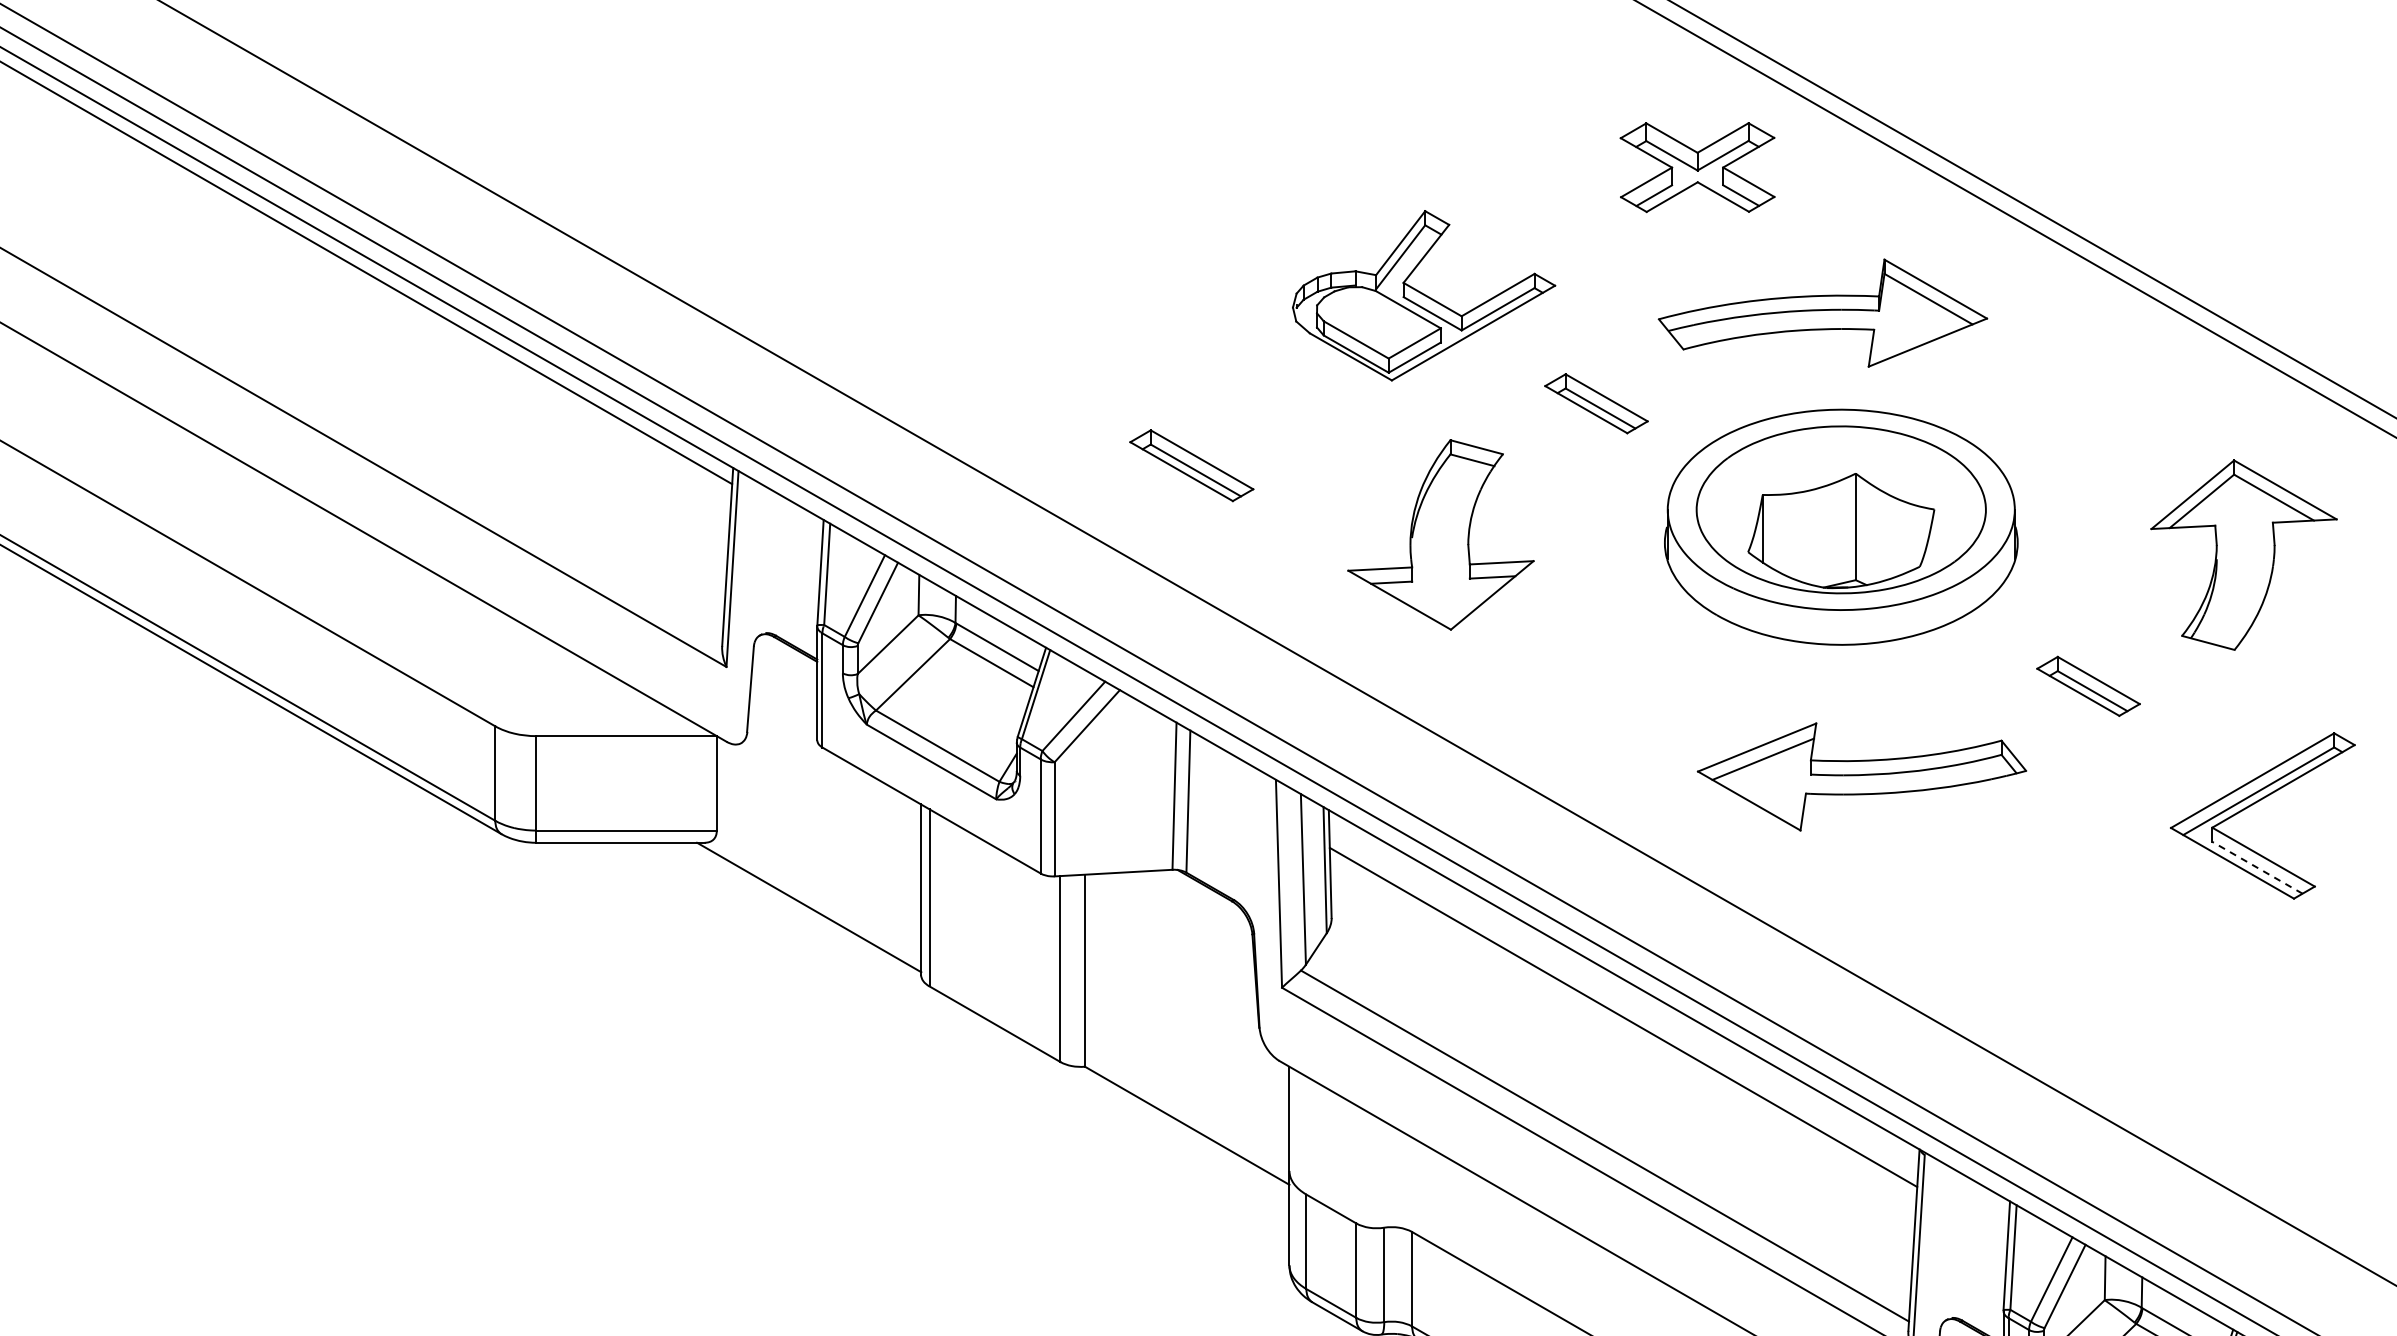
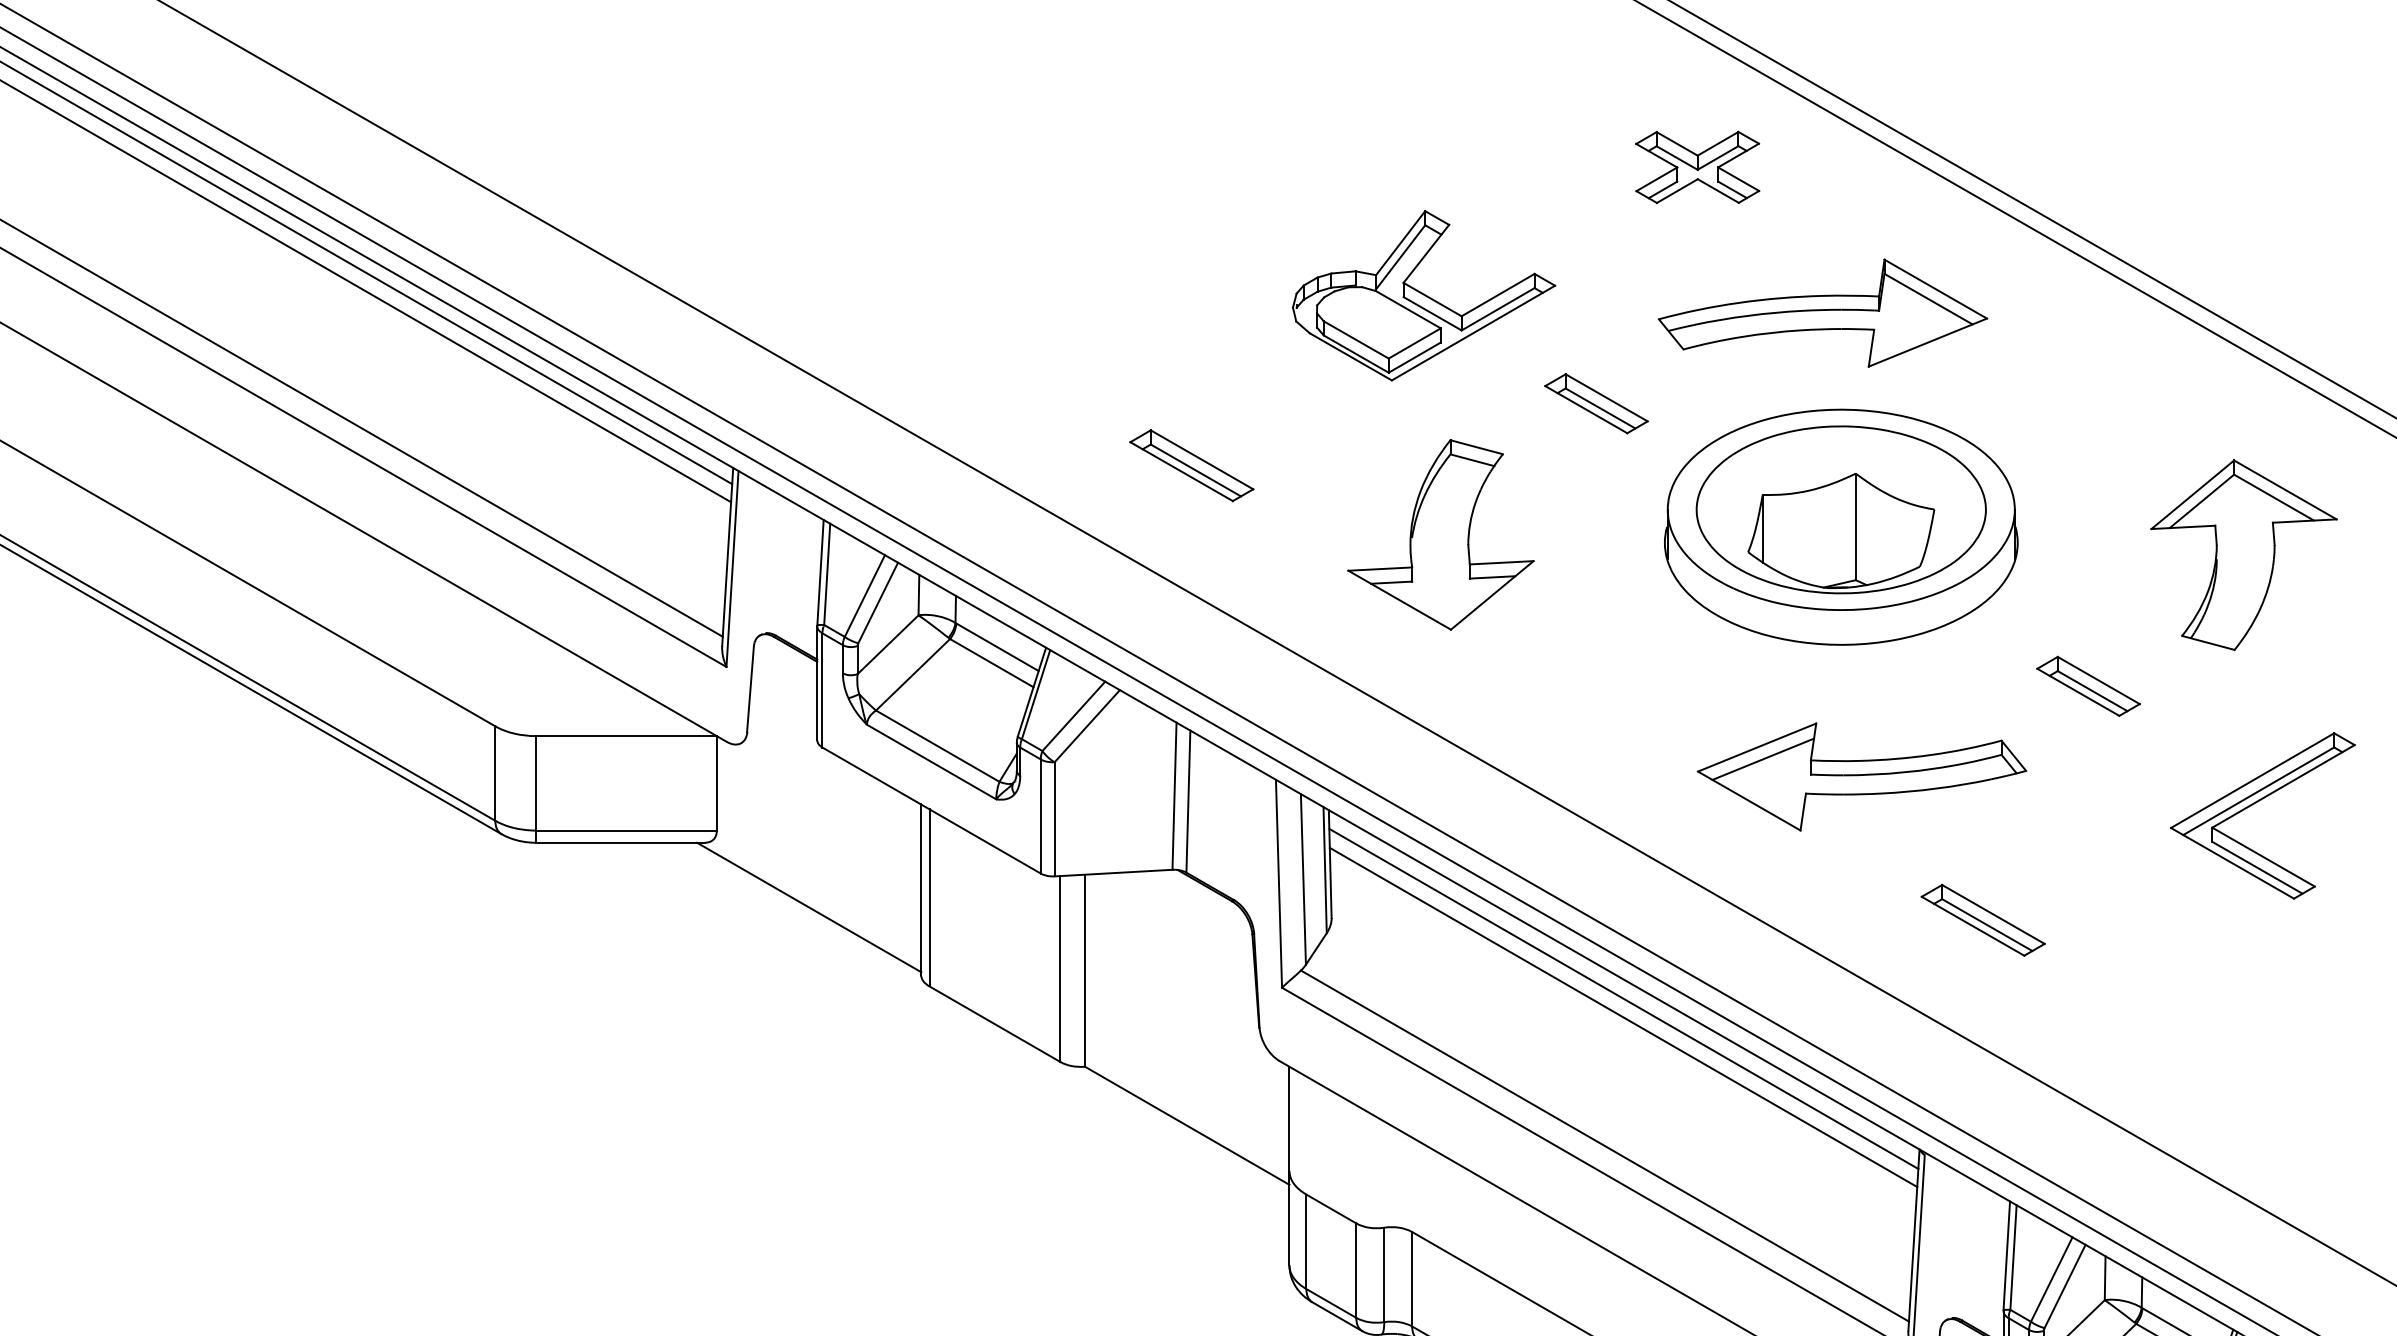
part at (1697, 167) size: 157x92 px -> 126x74 px
line at (366, 291): none -> present
line at (362, 428): none -> present
line at (2257, 867): dashed -> solid
part at (1982, 919): none -> present
line at (1623, 998): none -> present
